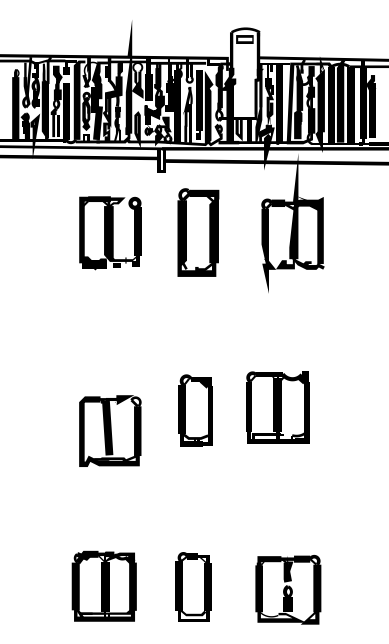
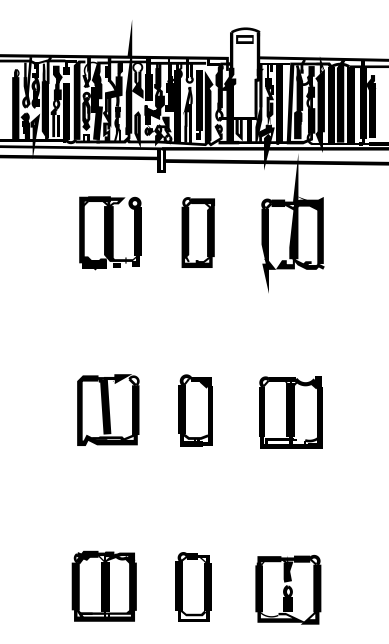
part at (198, 232) size: 43x89 px -> 34x71 px
part at (277, 407) position: (277, 407) -> (290, 412)
part at (110, 430) position: (110, 430) -> (108, 409)
